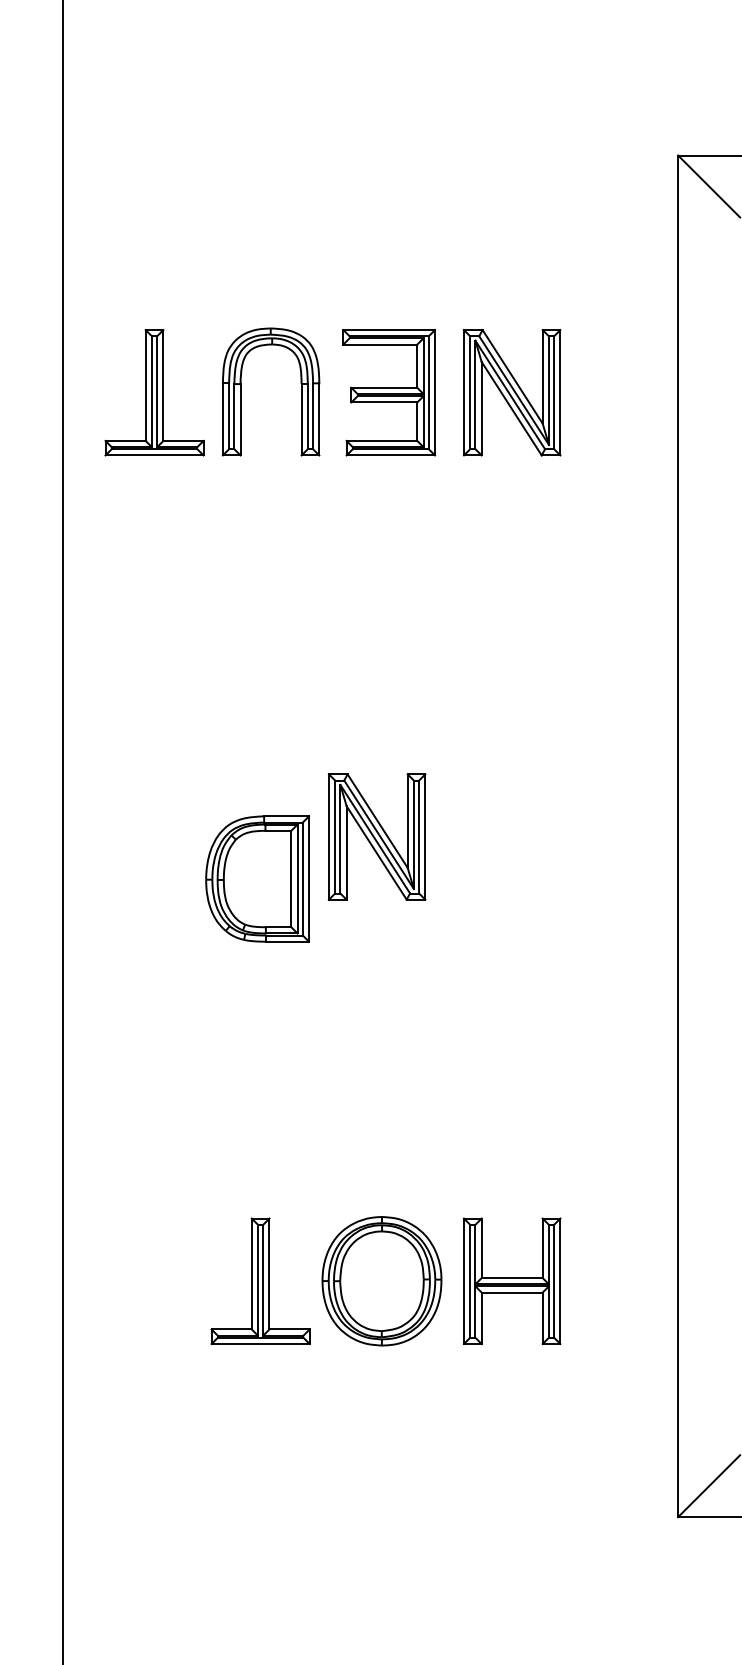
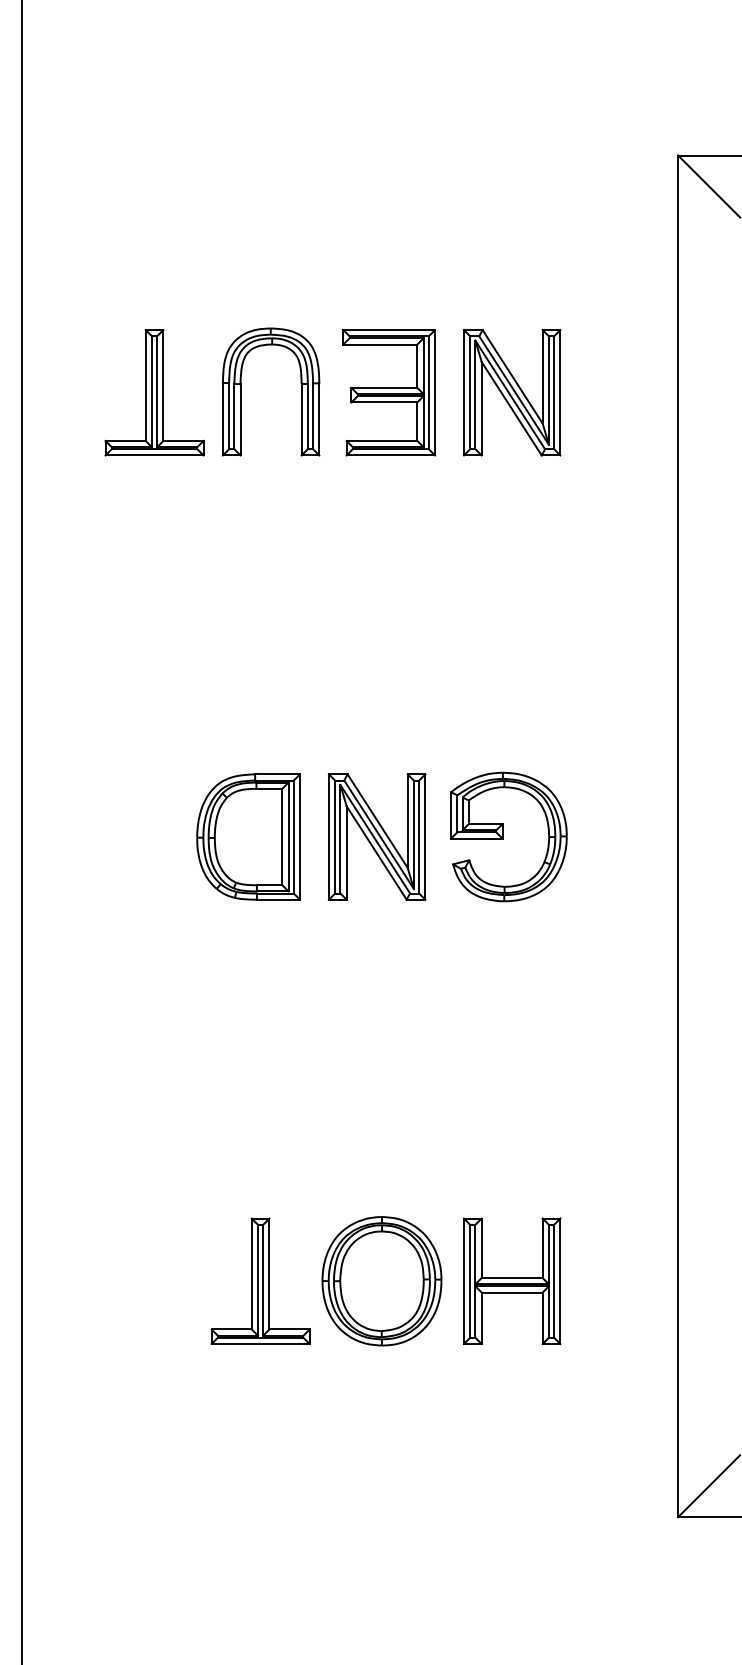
line at (63, 831) position: (63, 831) -> (22, 831)
part at (508, 836): none -> present
part at (257, 878) position: (257, 878) -> (248, 836)
